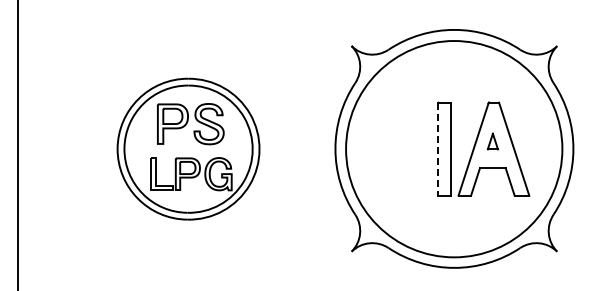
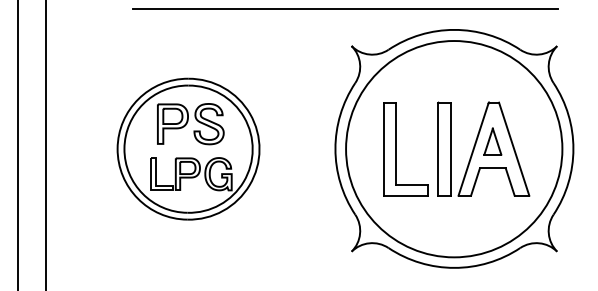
line at (345, 8): none -> present
part at (492, 141) size: 13x19 px -> 20x29 px
line at (46, 144): none -> present
part at (396, 149): none -> present
line at (438, 149): dashed -> solid
